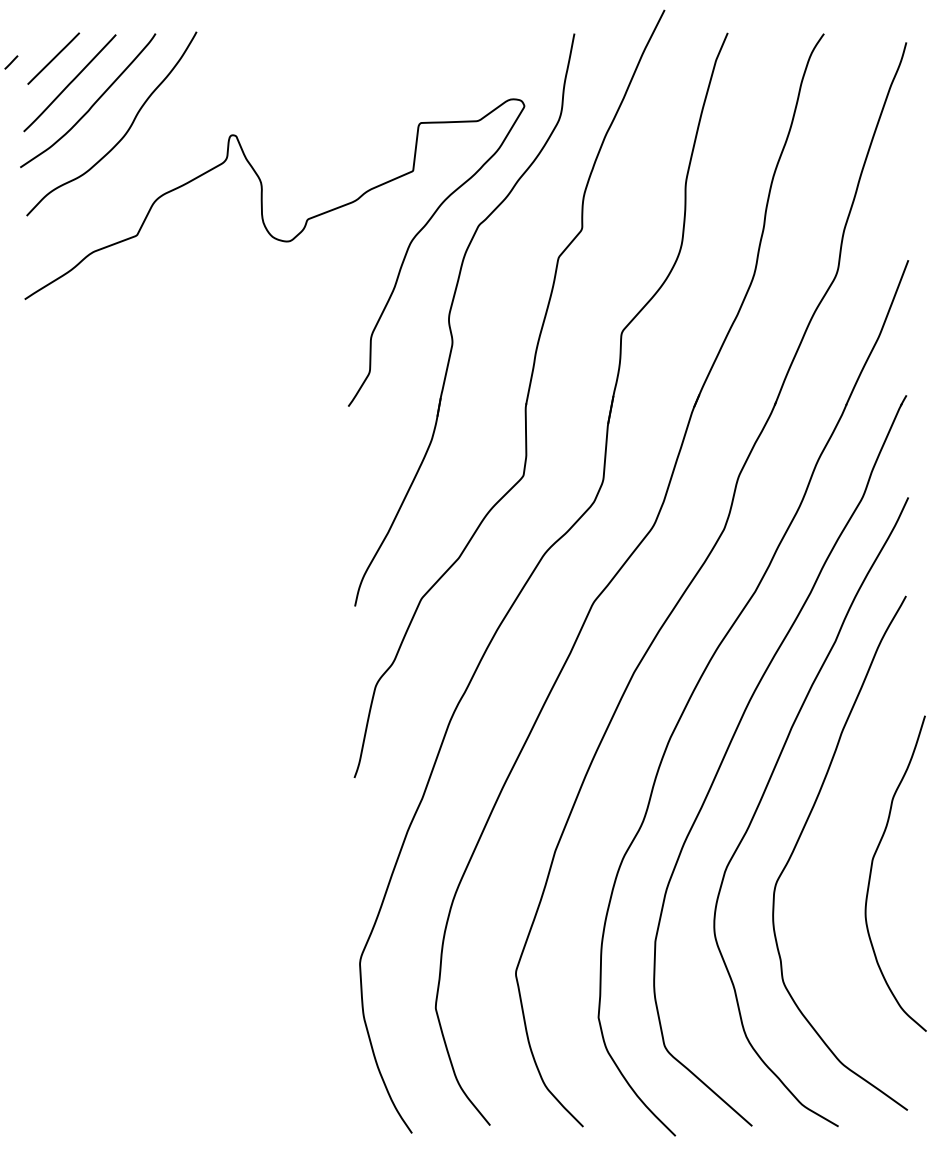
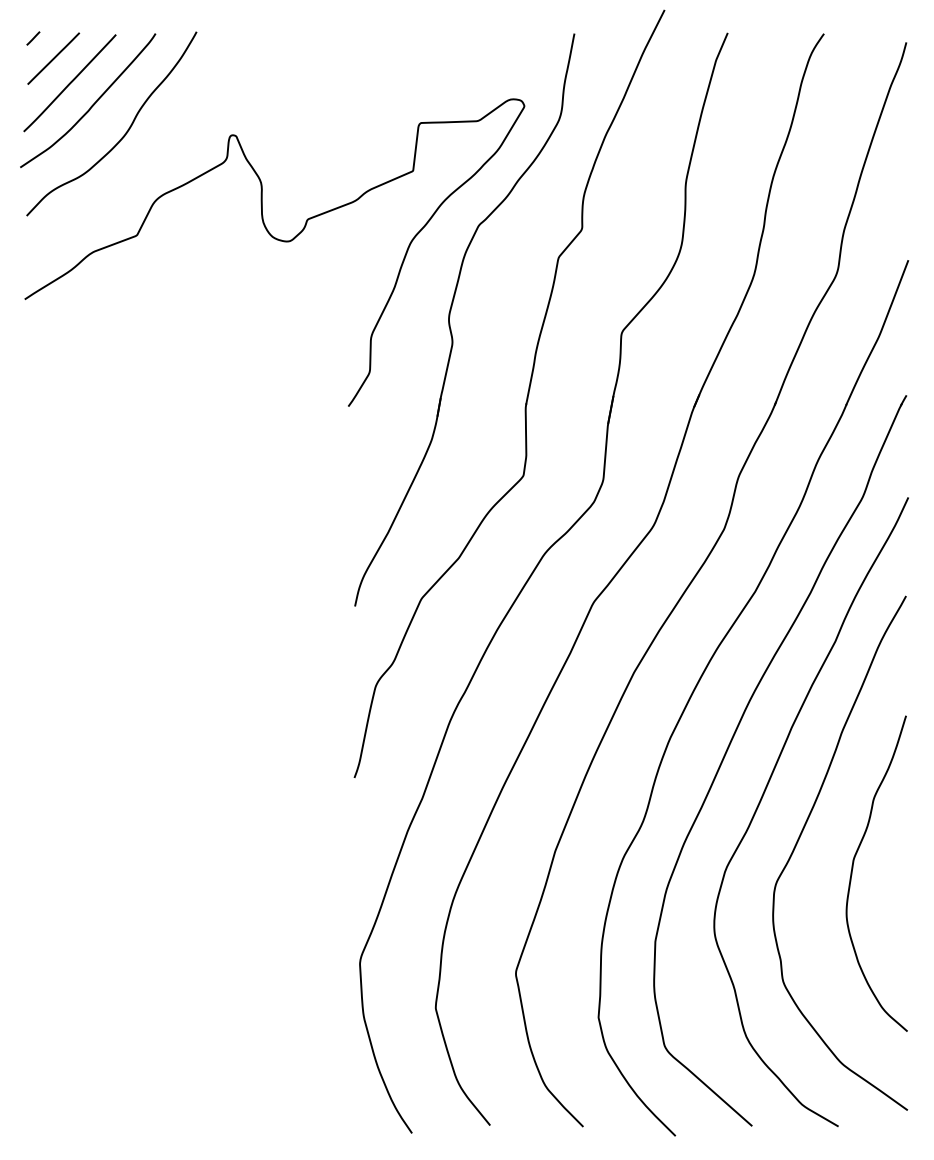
line at (11, 62) position: (11, 62) -> (33, 38)
curve at (872, 868) position: (872, 868) -> (853, 868)
